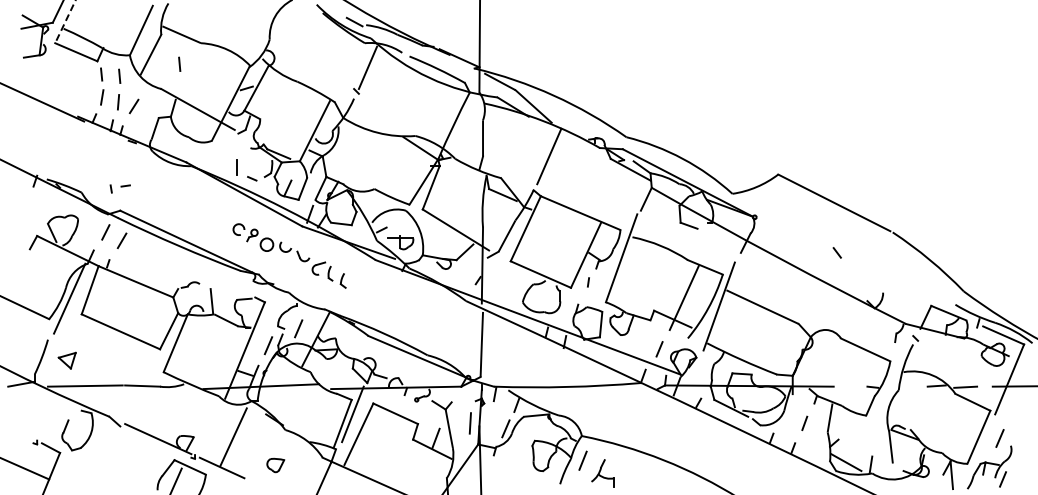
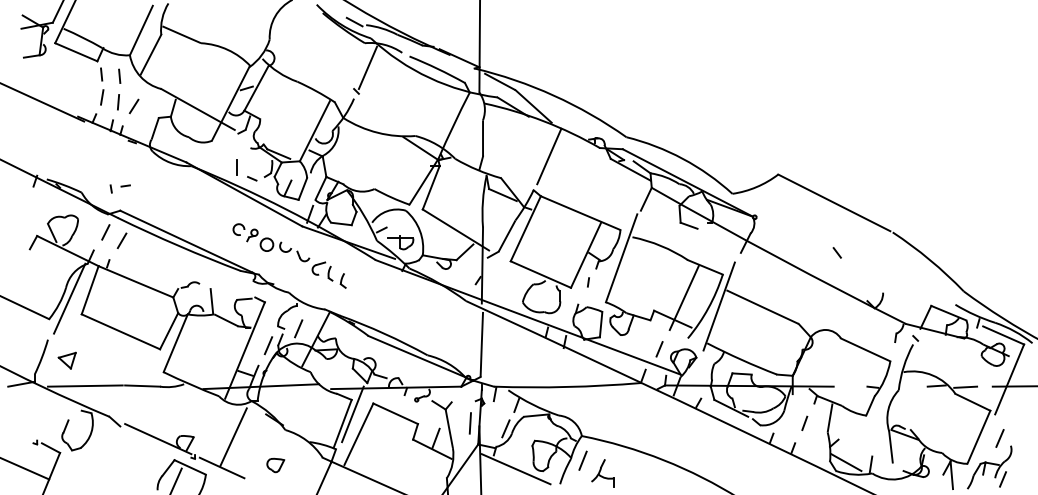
line at (65, 21): dashed -> solid
line at (179, 63): present -> none
line at (515, 469): none -> present
